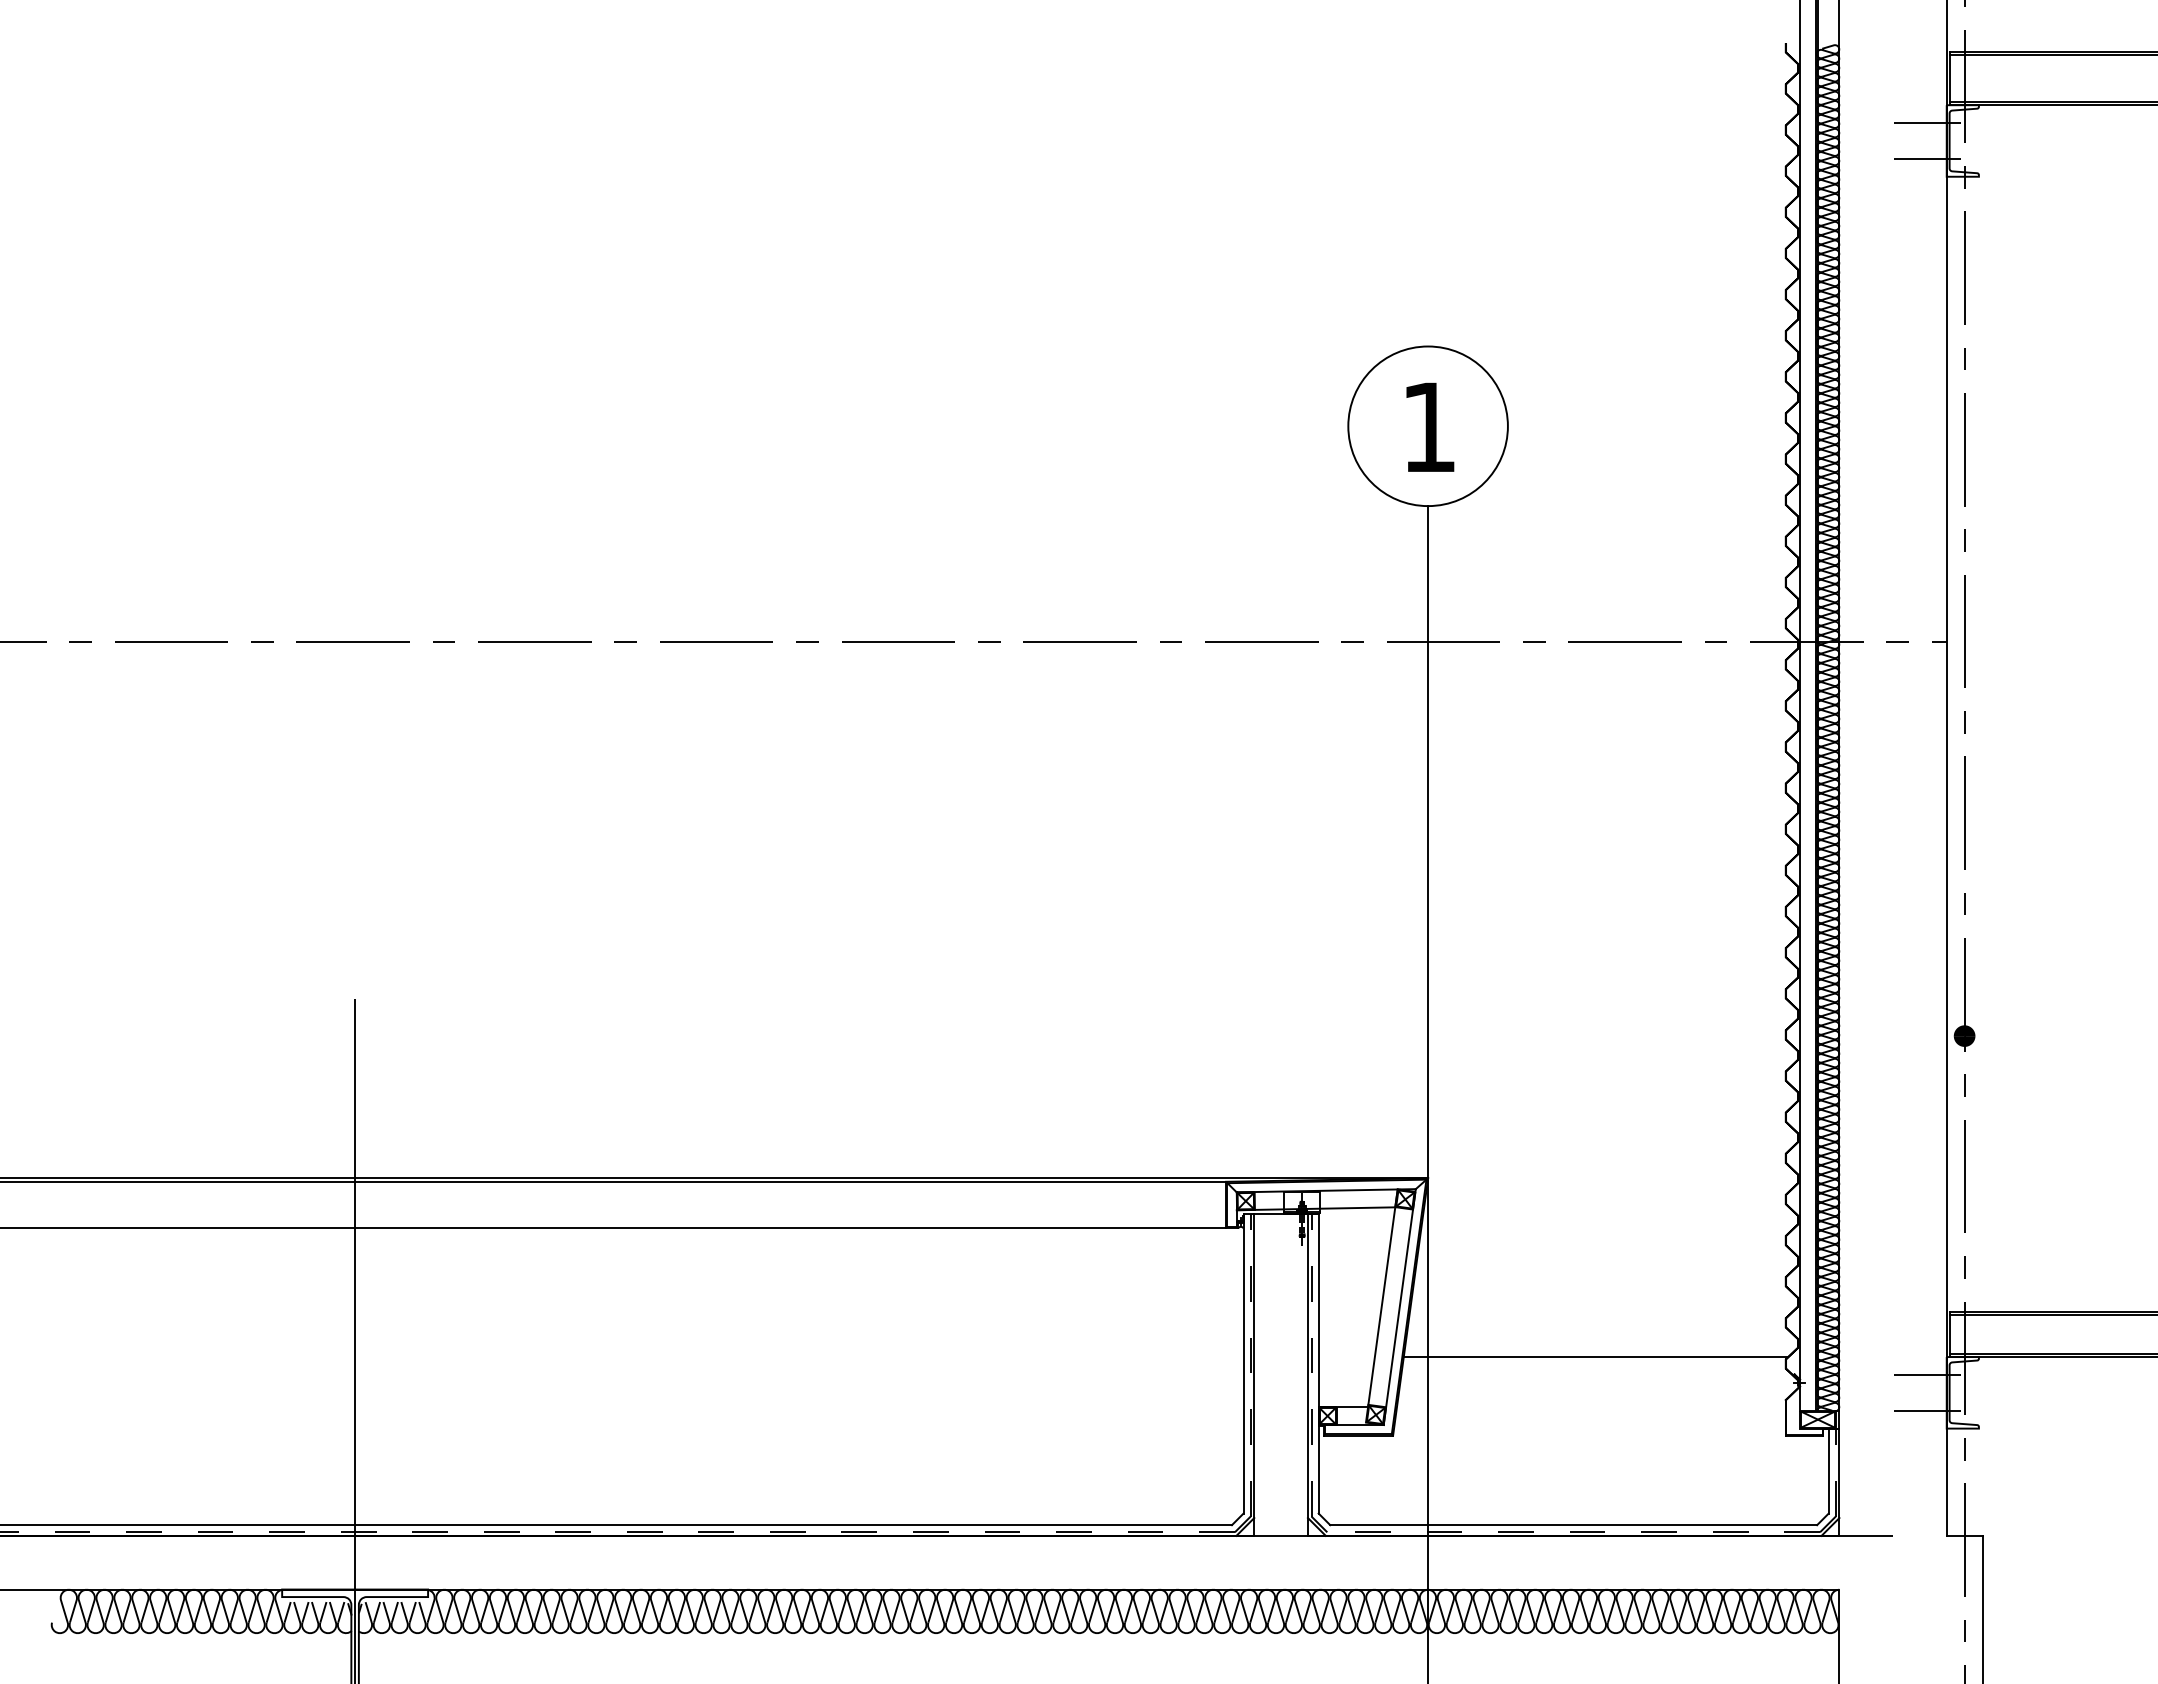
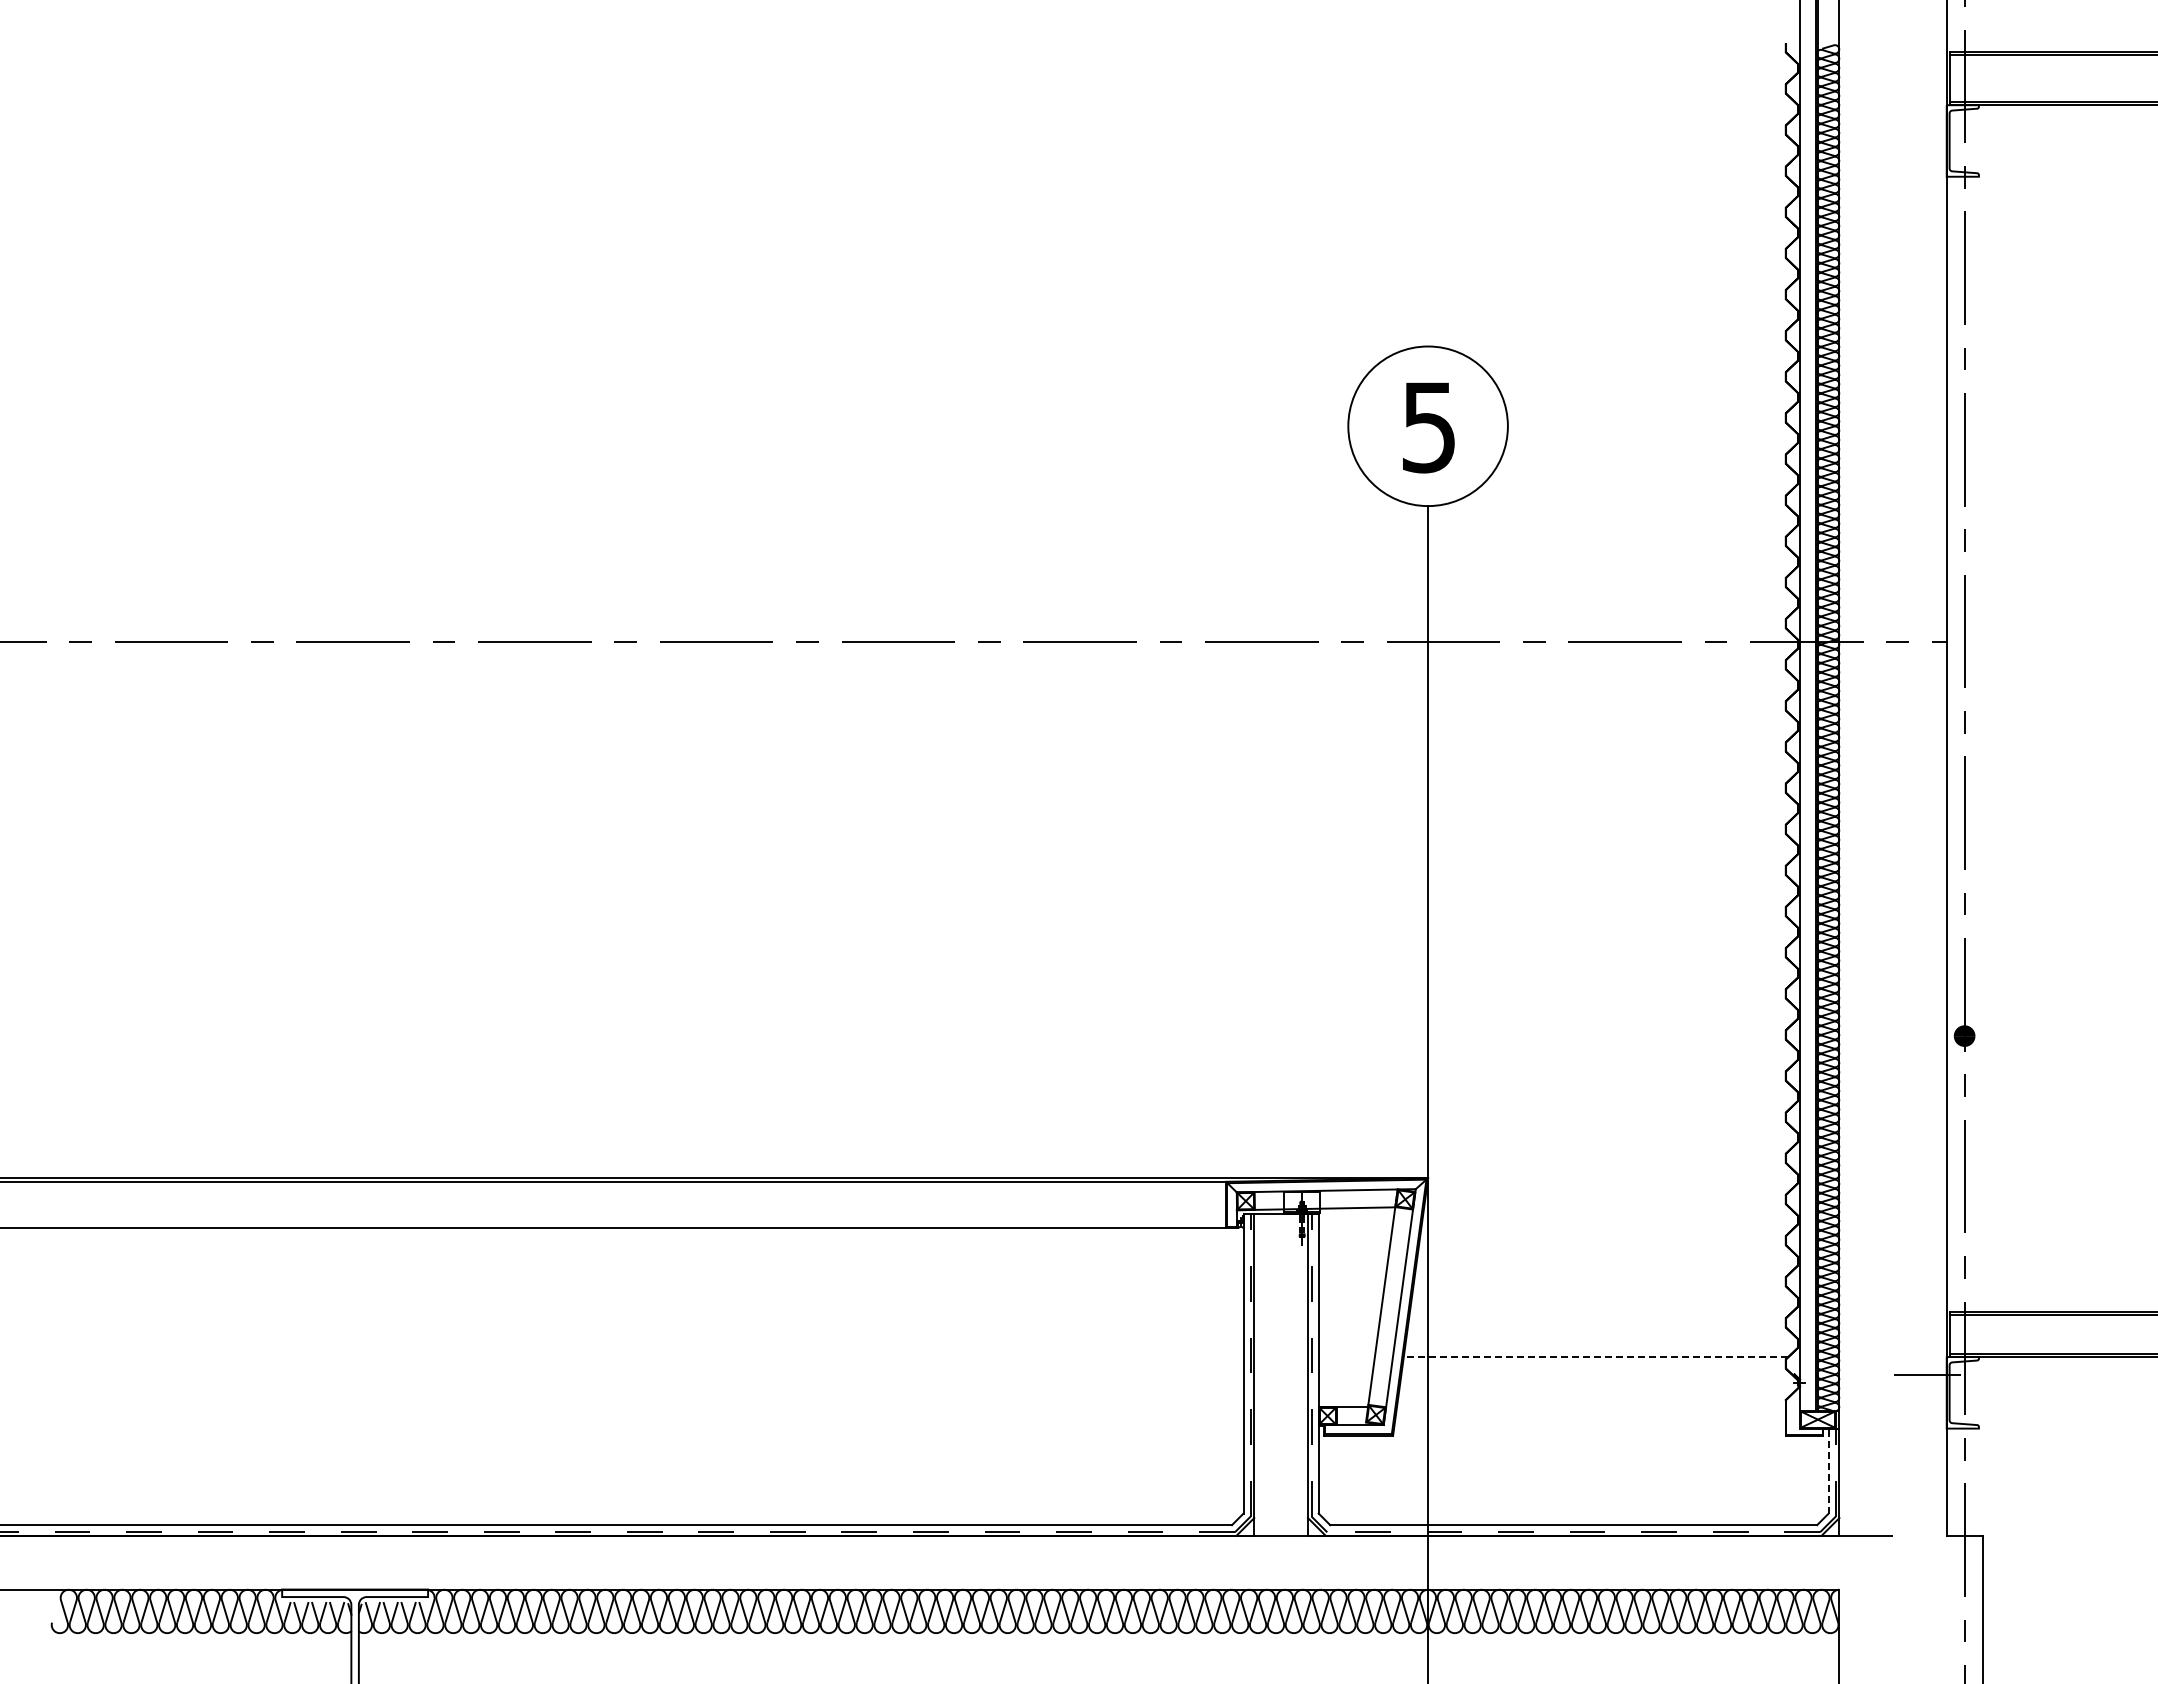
line at (1927, 123): present -> none
line at (1927, 158): present -> none
text at (1428, 427): 1 -> 5
line at (355, 1339): present -> none
line at (1595, 1357): solid -> dashed
line at (1927, 1410): present -> none
line at (1828, 1470): solid -> dashed
